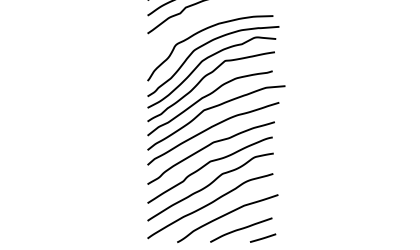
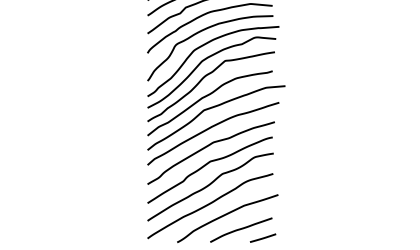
curve at (202, 16): none -> present
